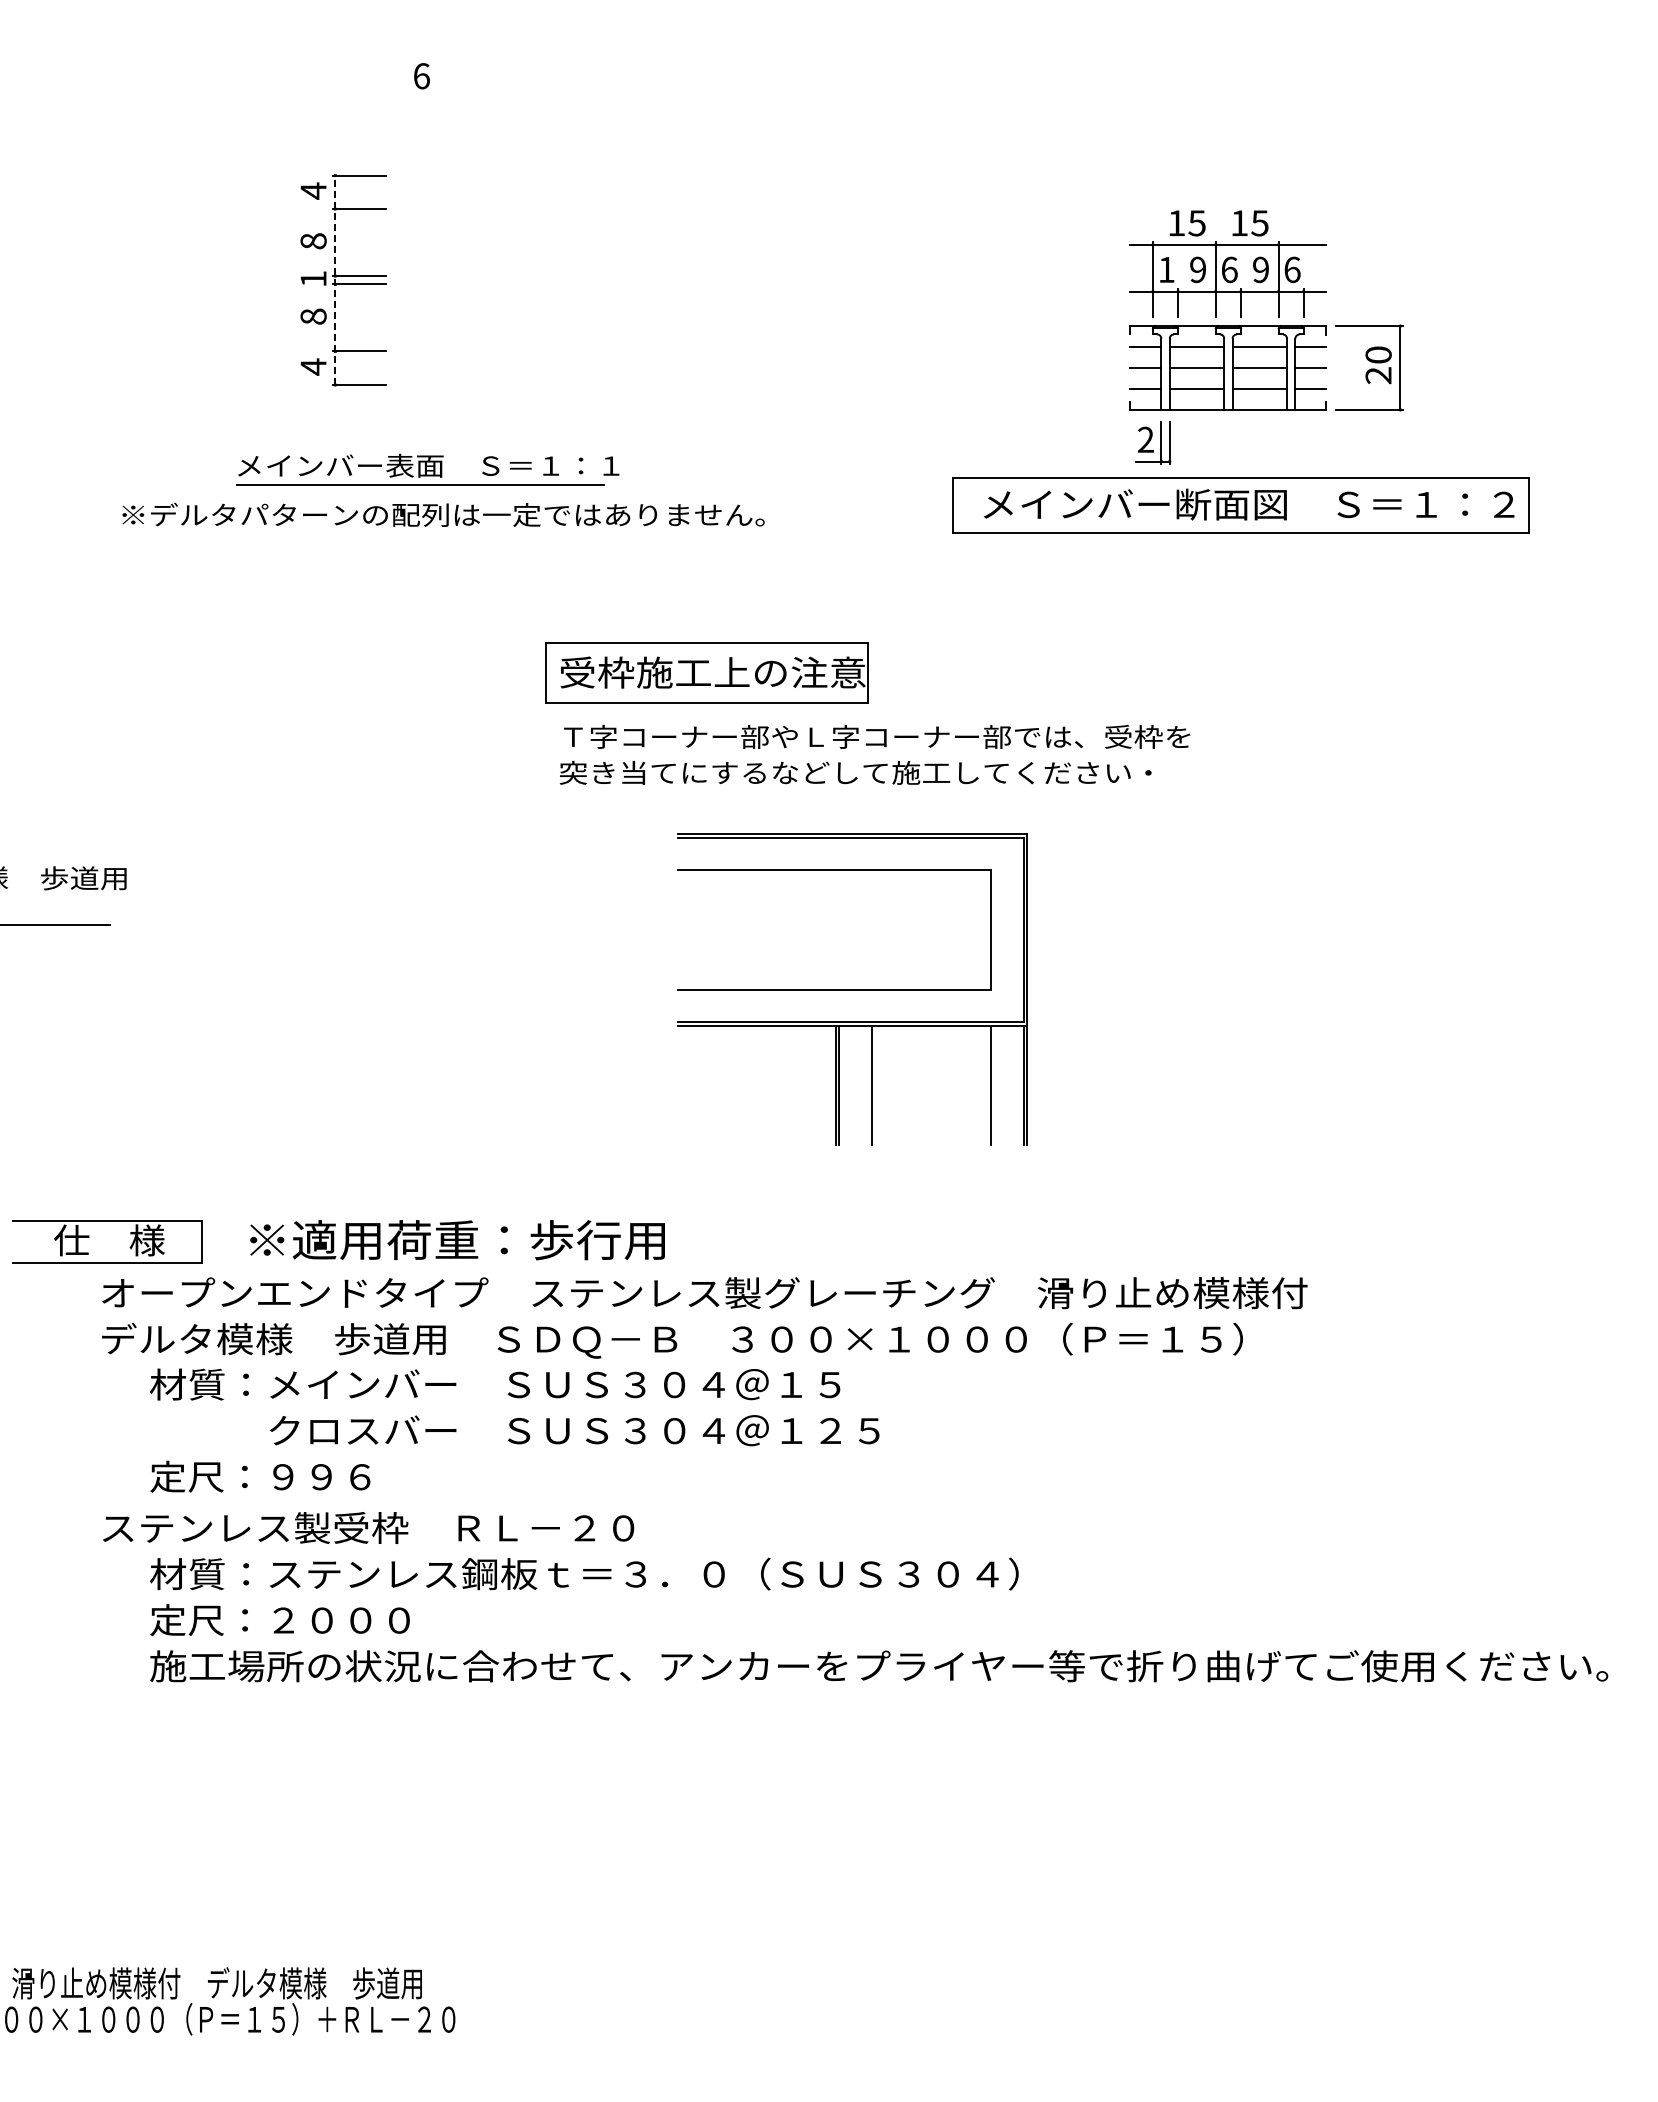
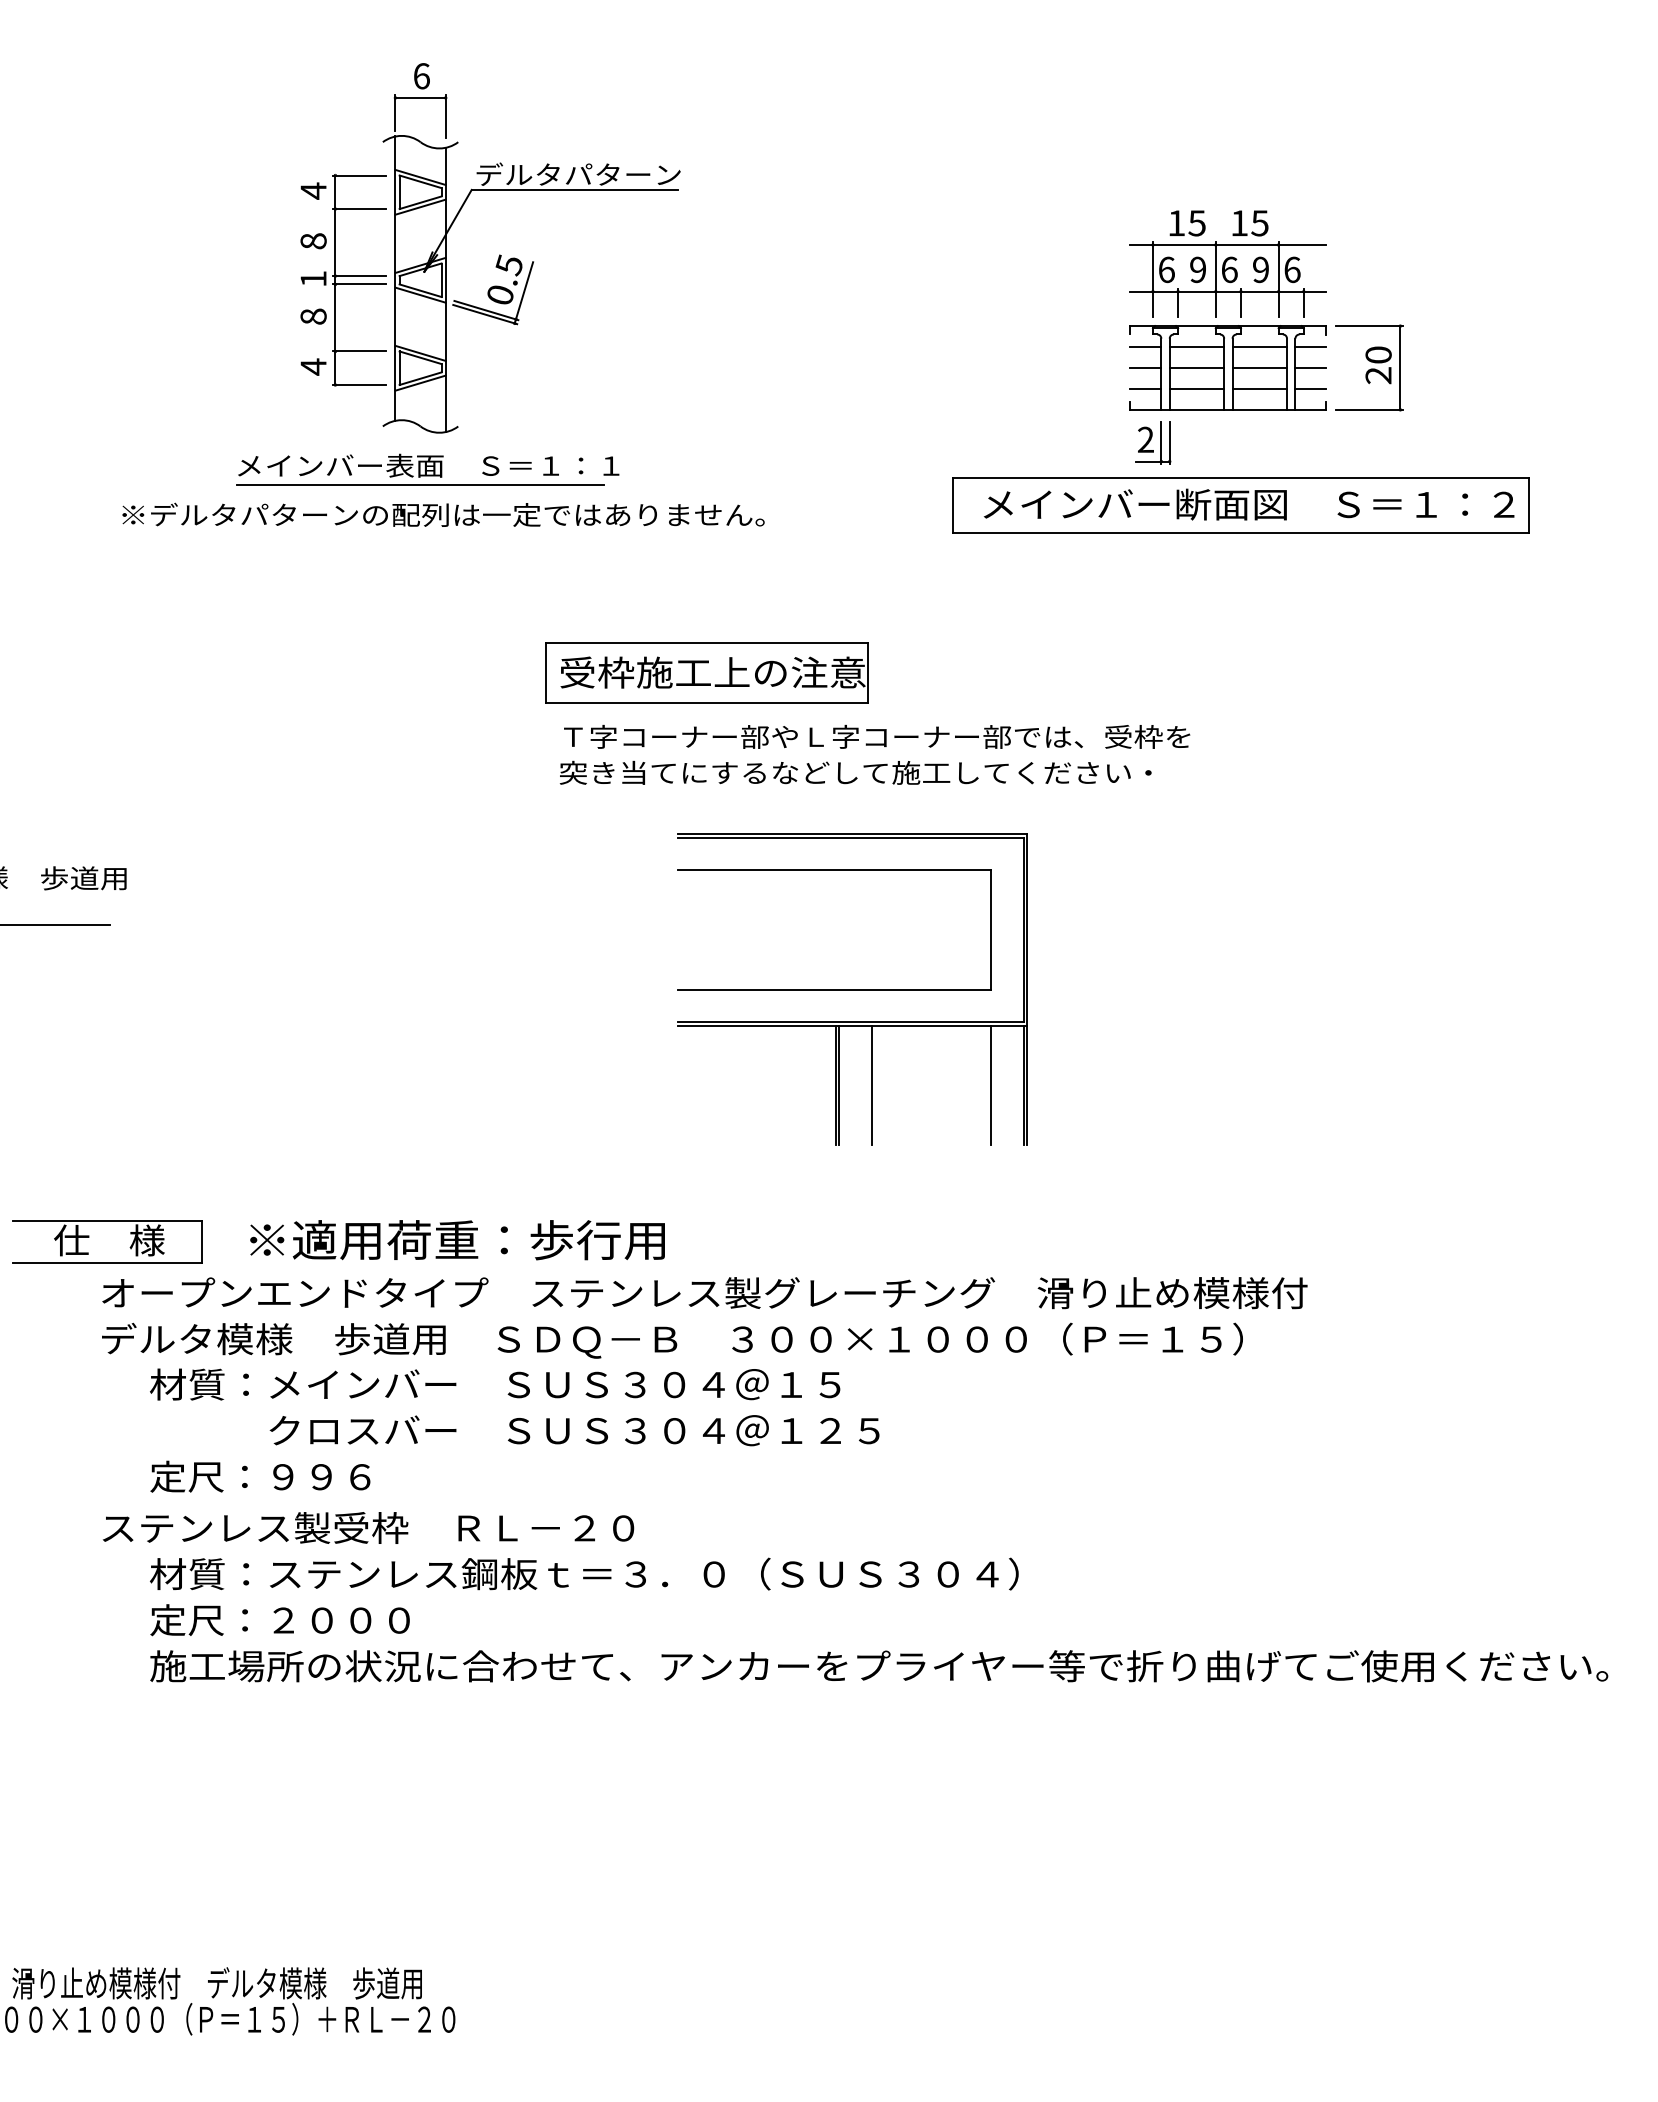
part at (531, 263): none -> present
text at (1166, 269): 1 -> 6
line at (335, 280): dashed -> solid
